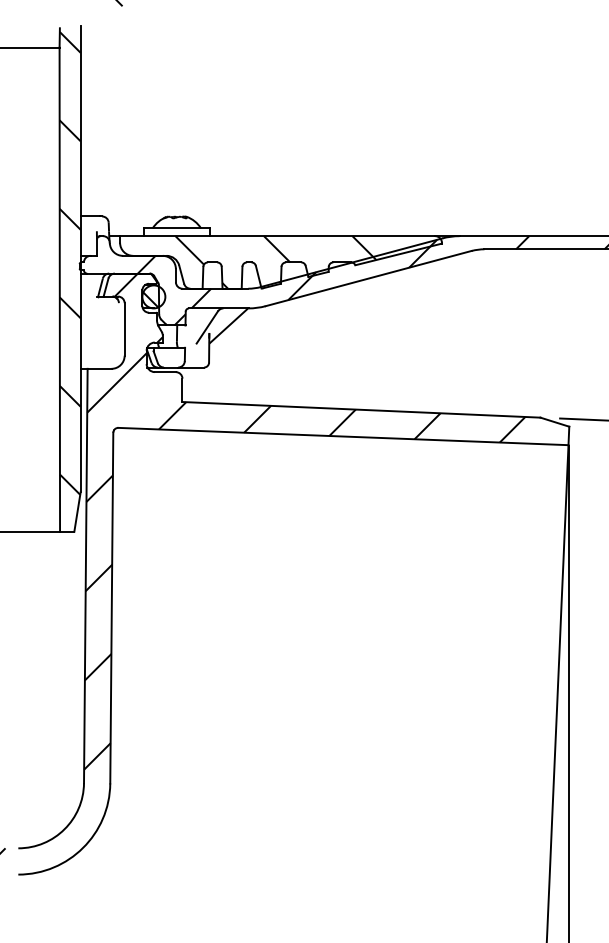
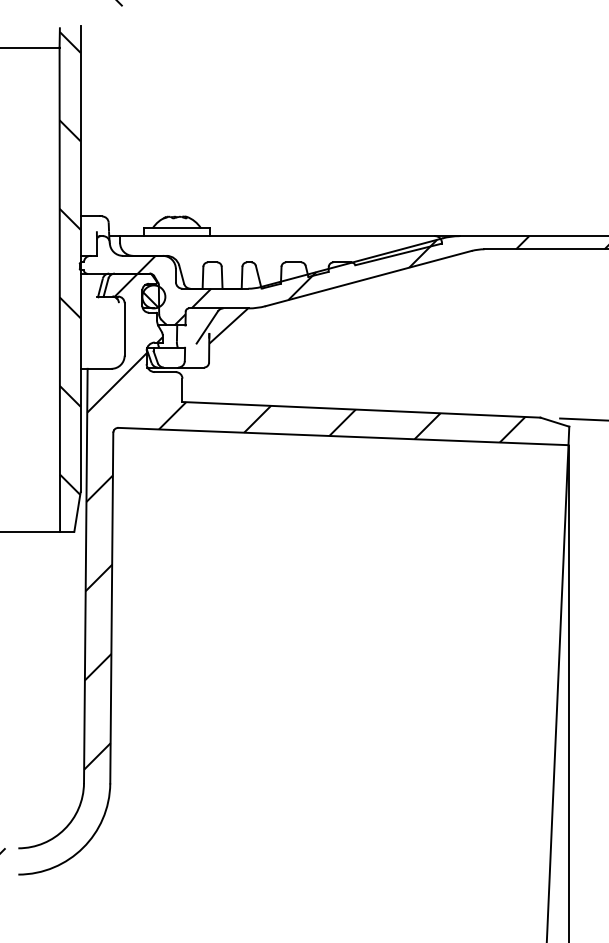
hatch at (275, 262): present -> none
